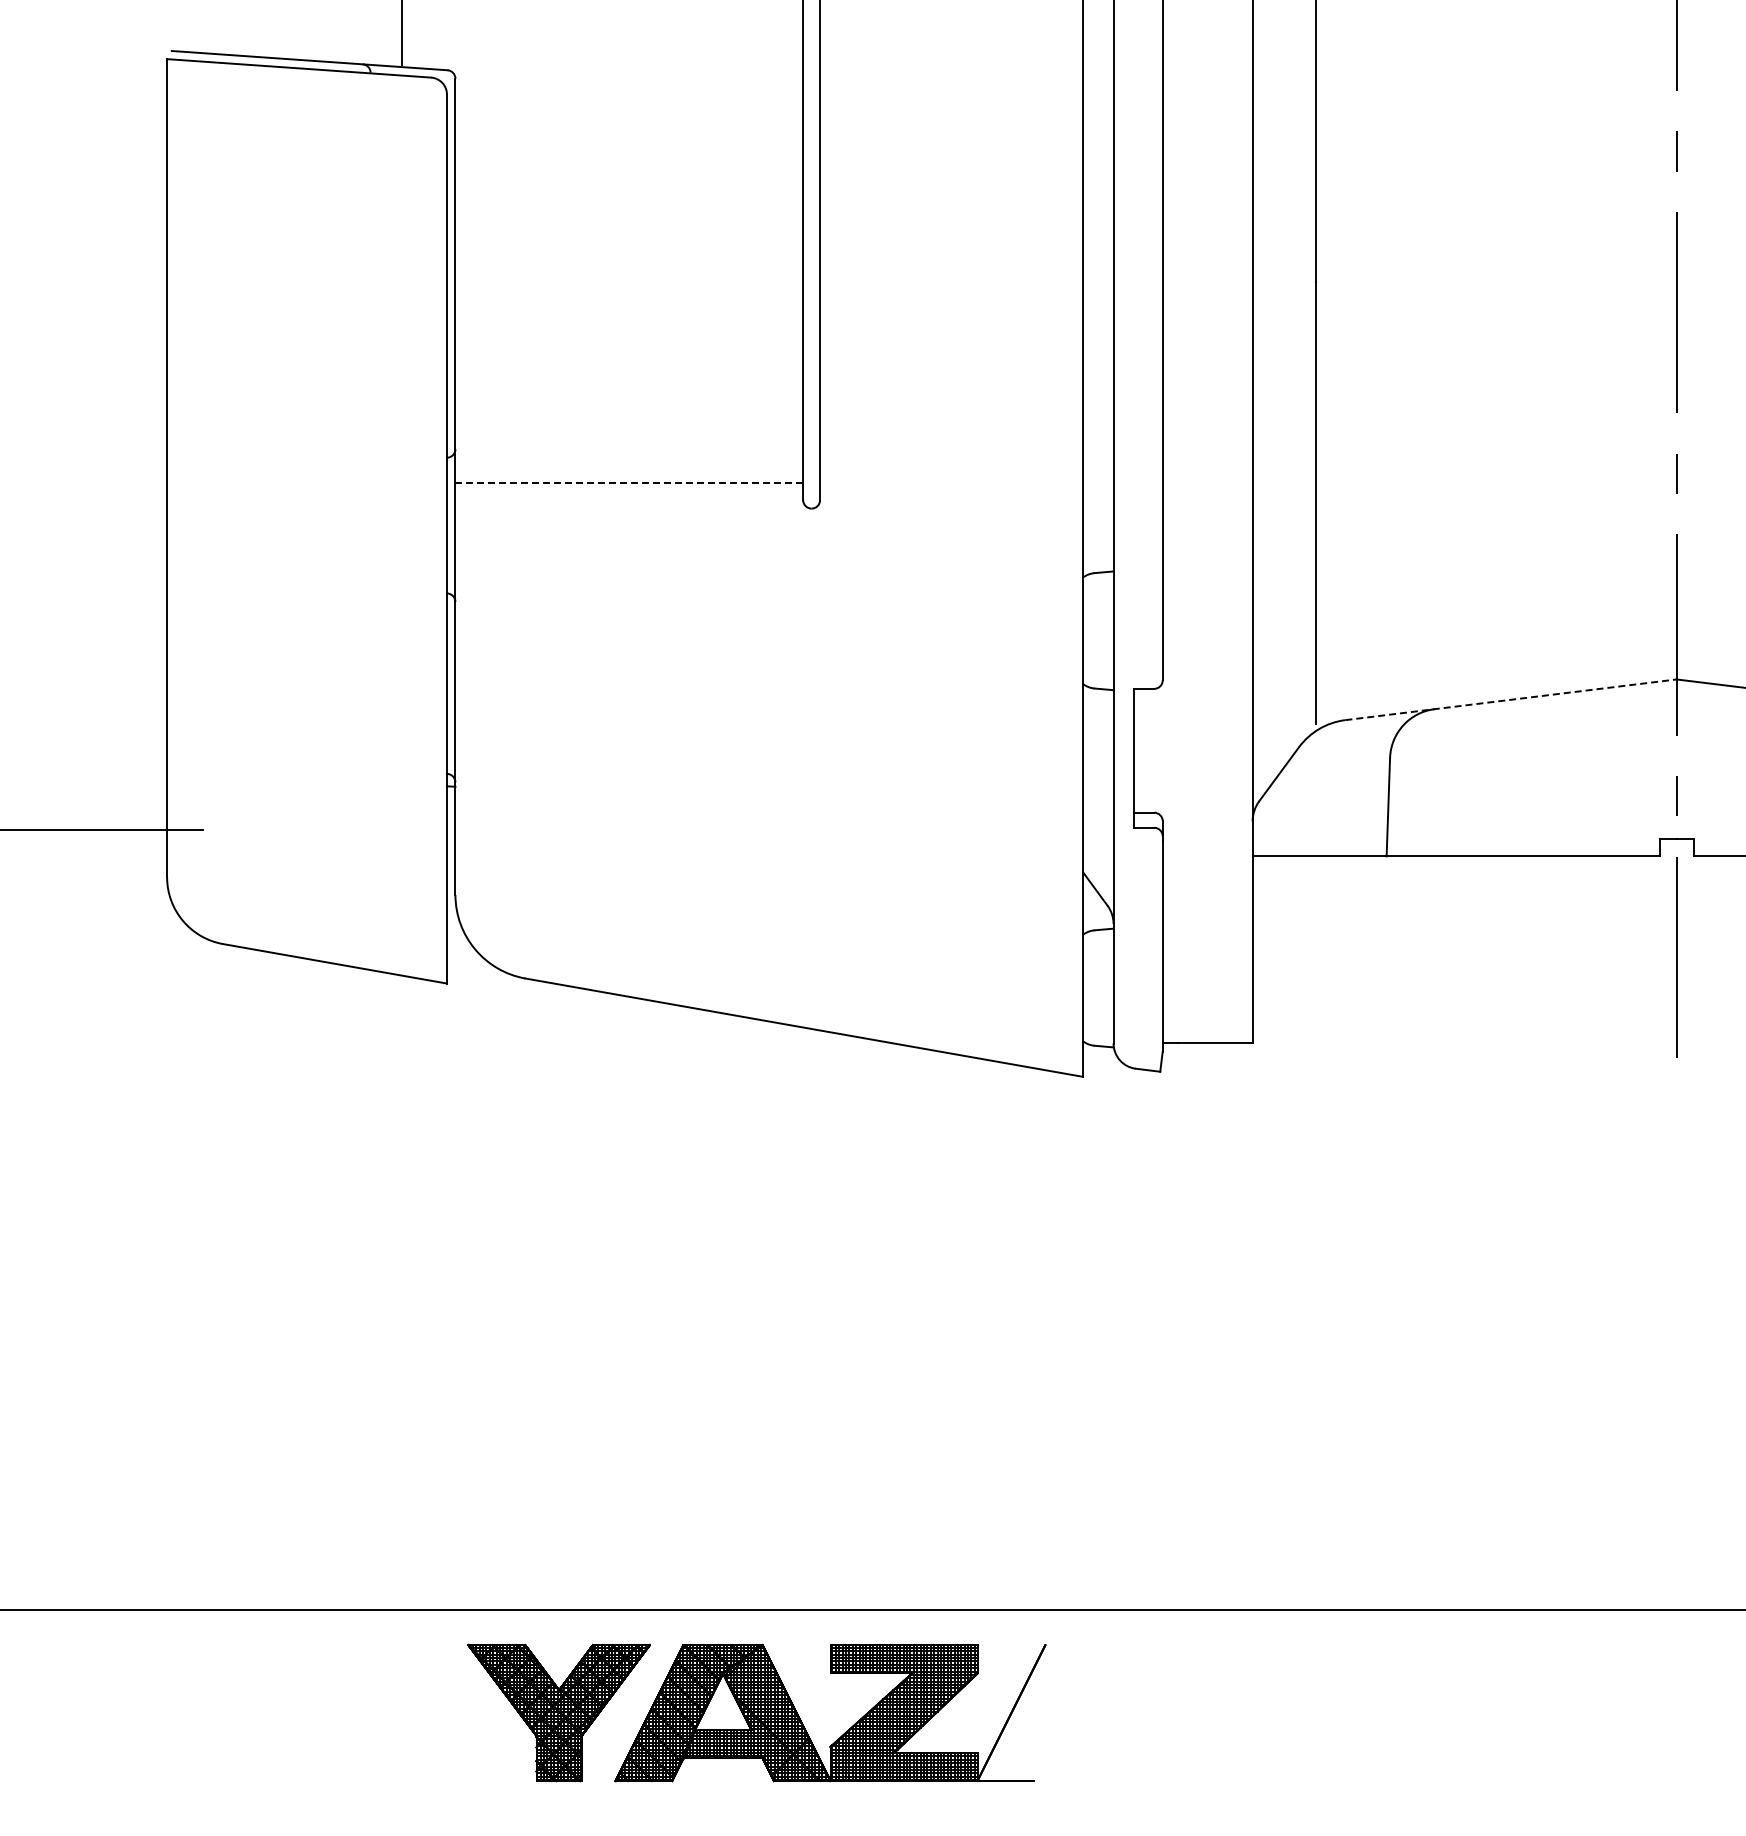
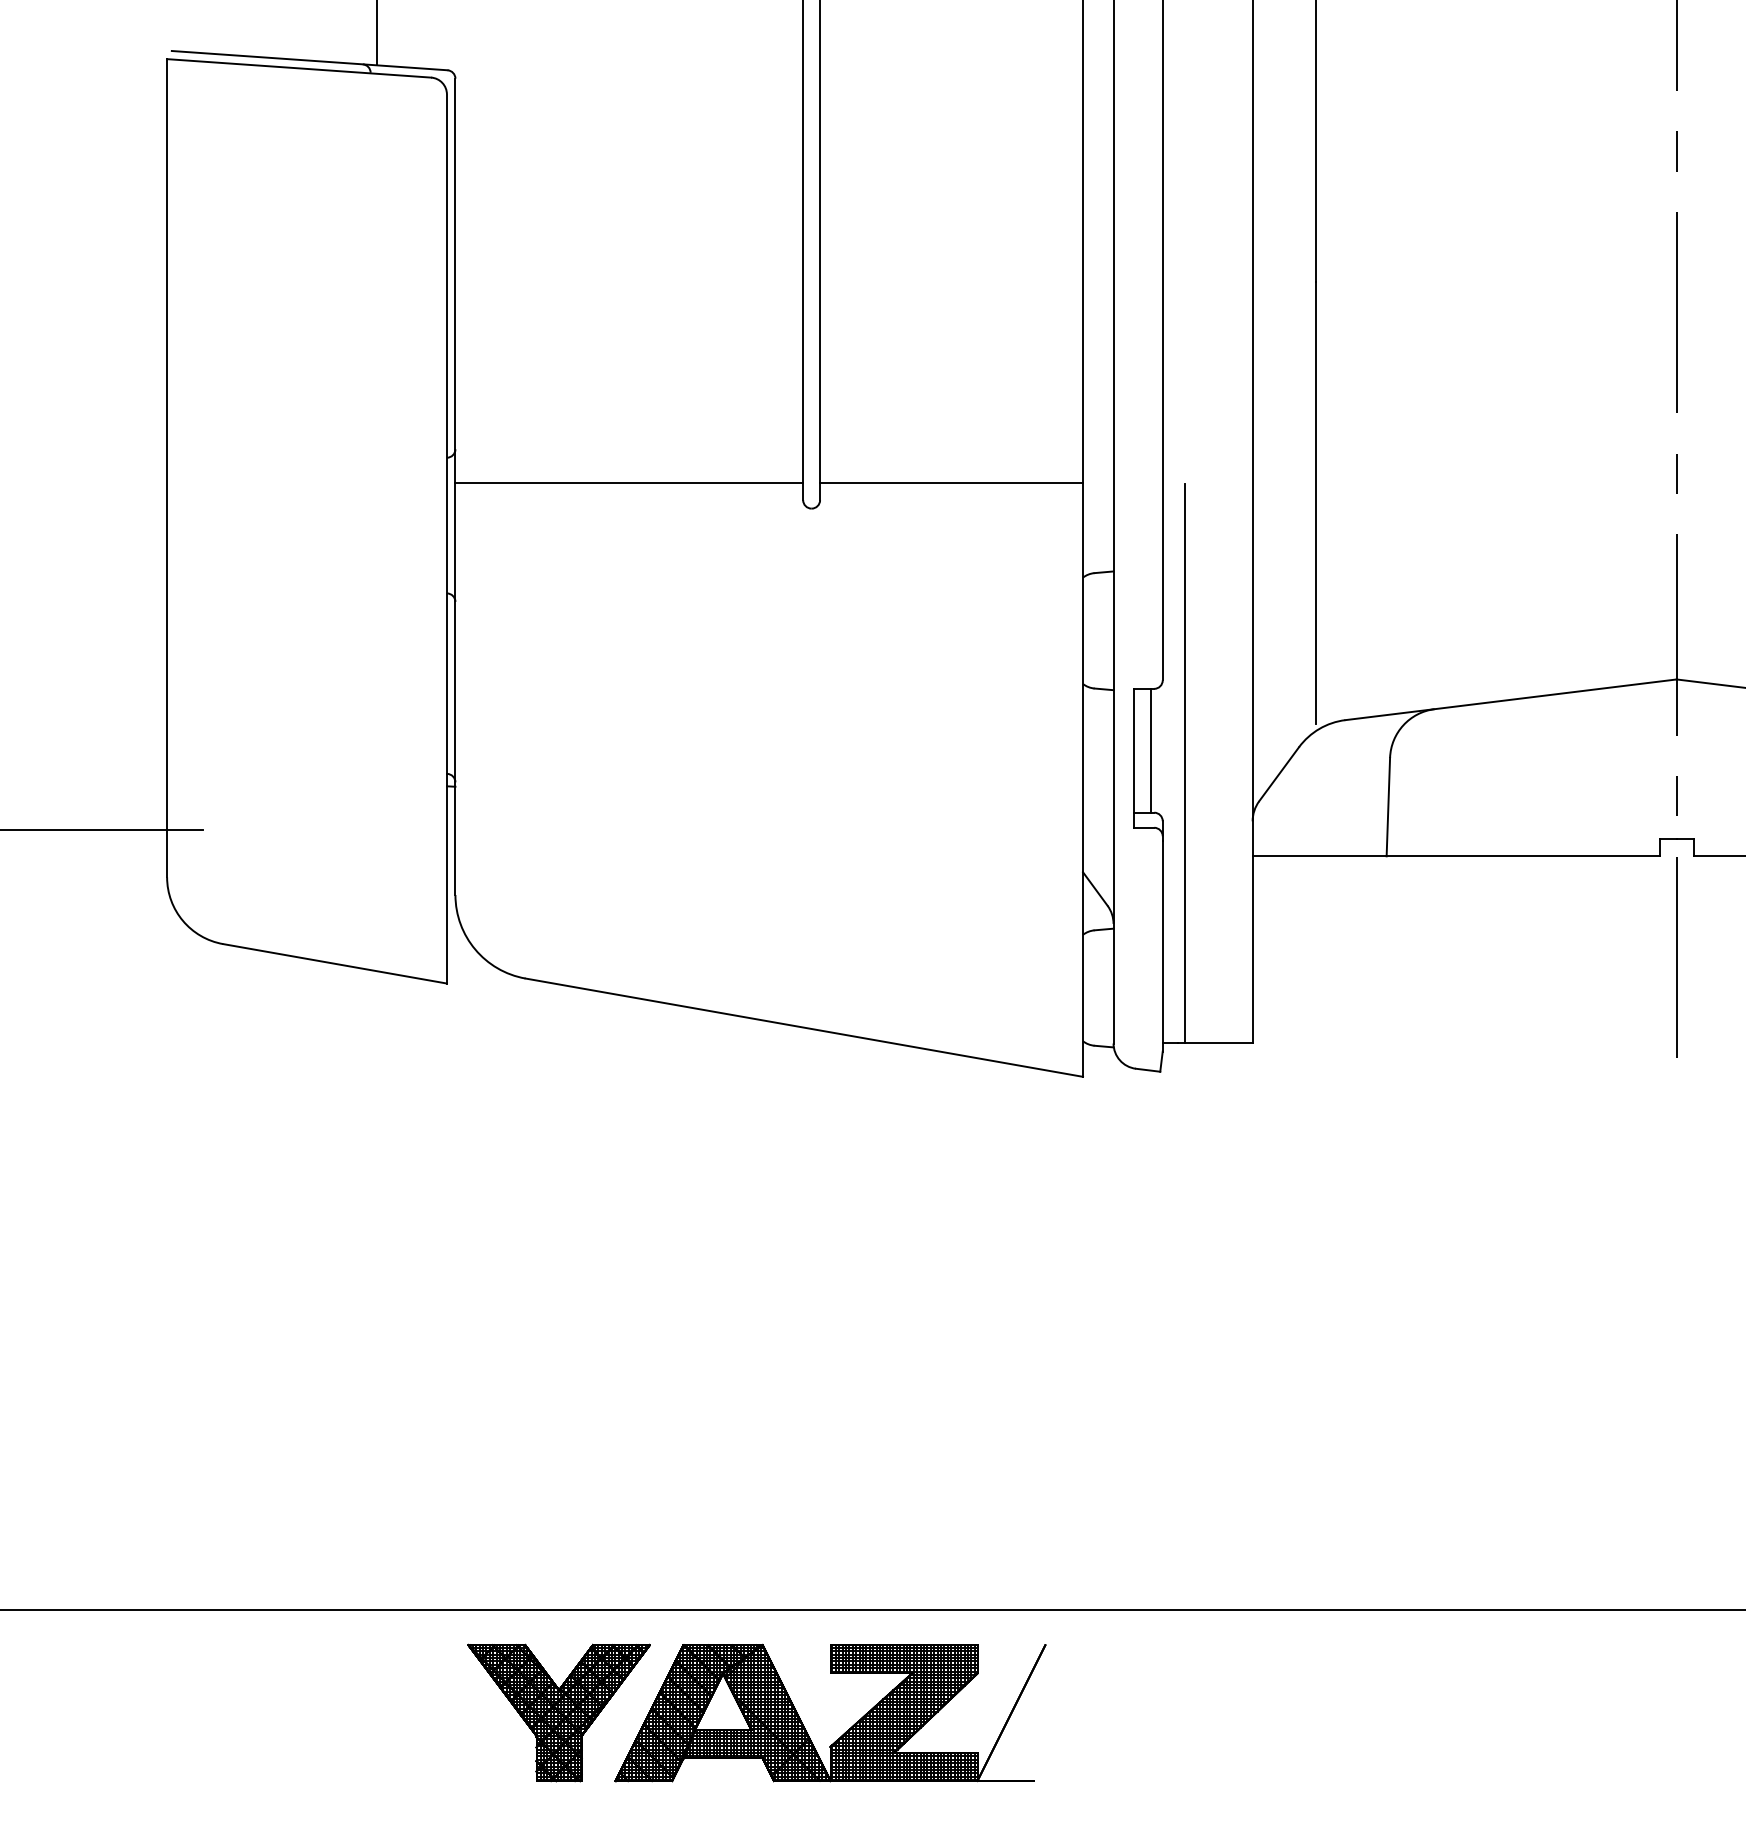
line at (402, 33) position: (402, 33) -> (377, 33)
line at (629, 483): dashed -> solid
line at (951, 483): none -> present
line at (1511, 699): dashed -> solid
line at (1150, 750): none -> present
line at (1184, 763): none -> present
